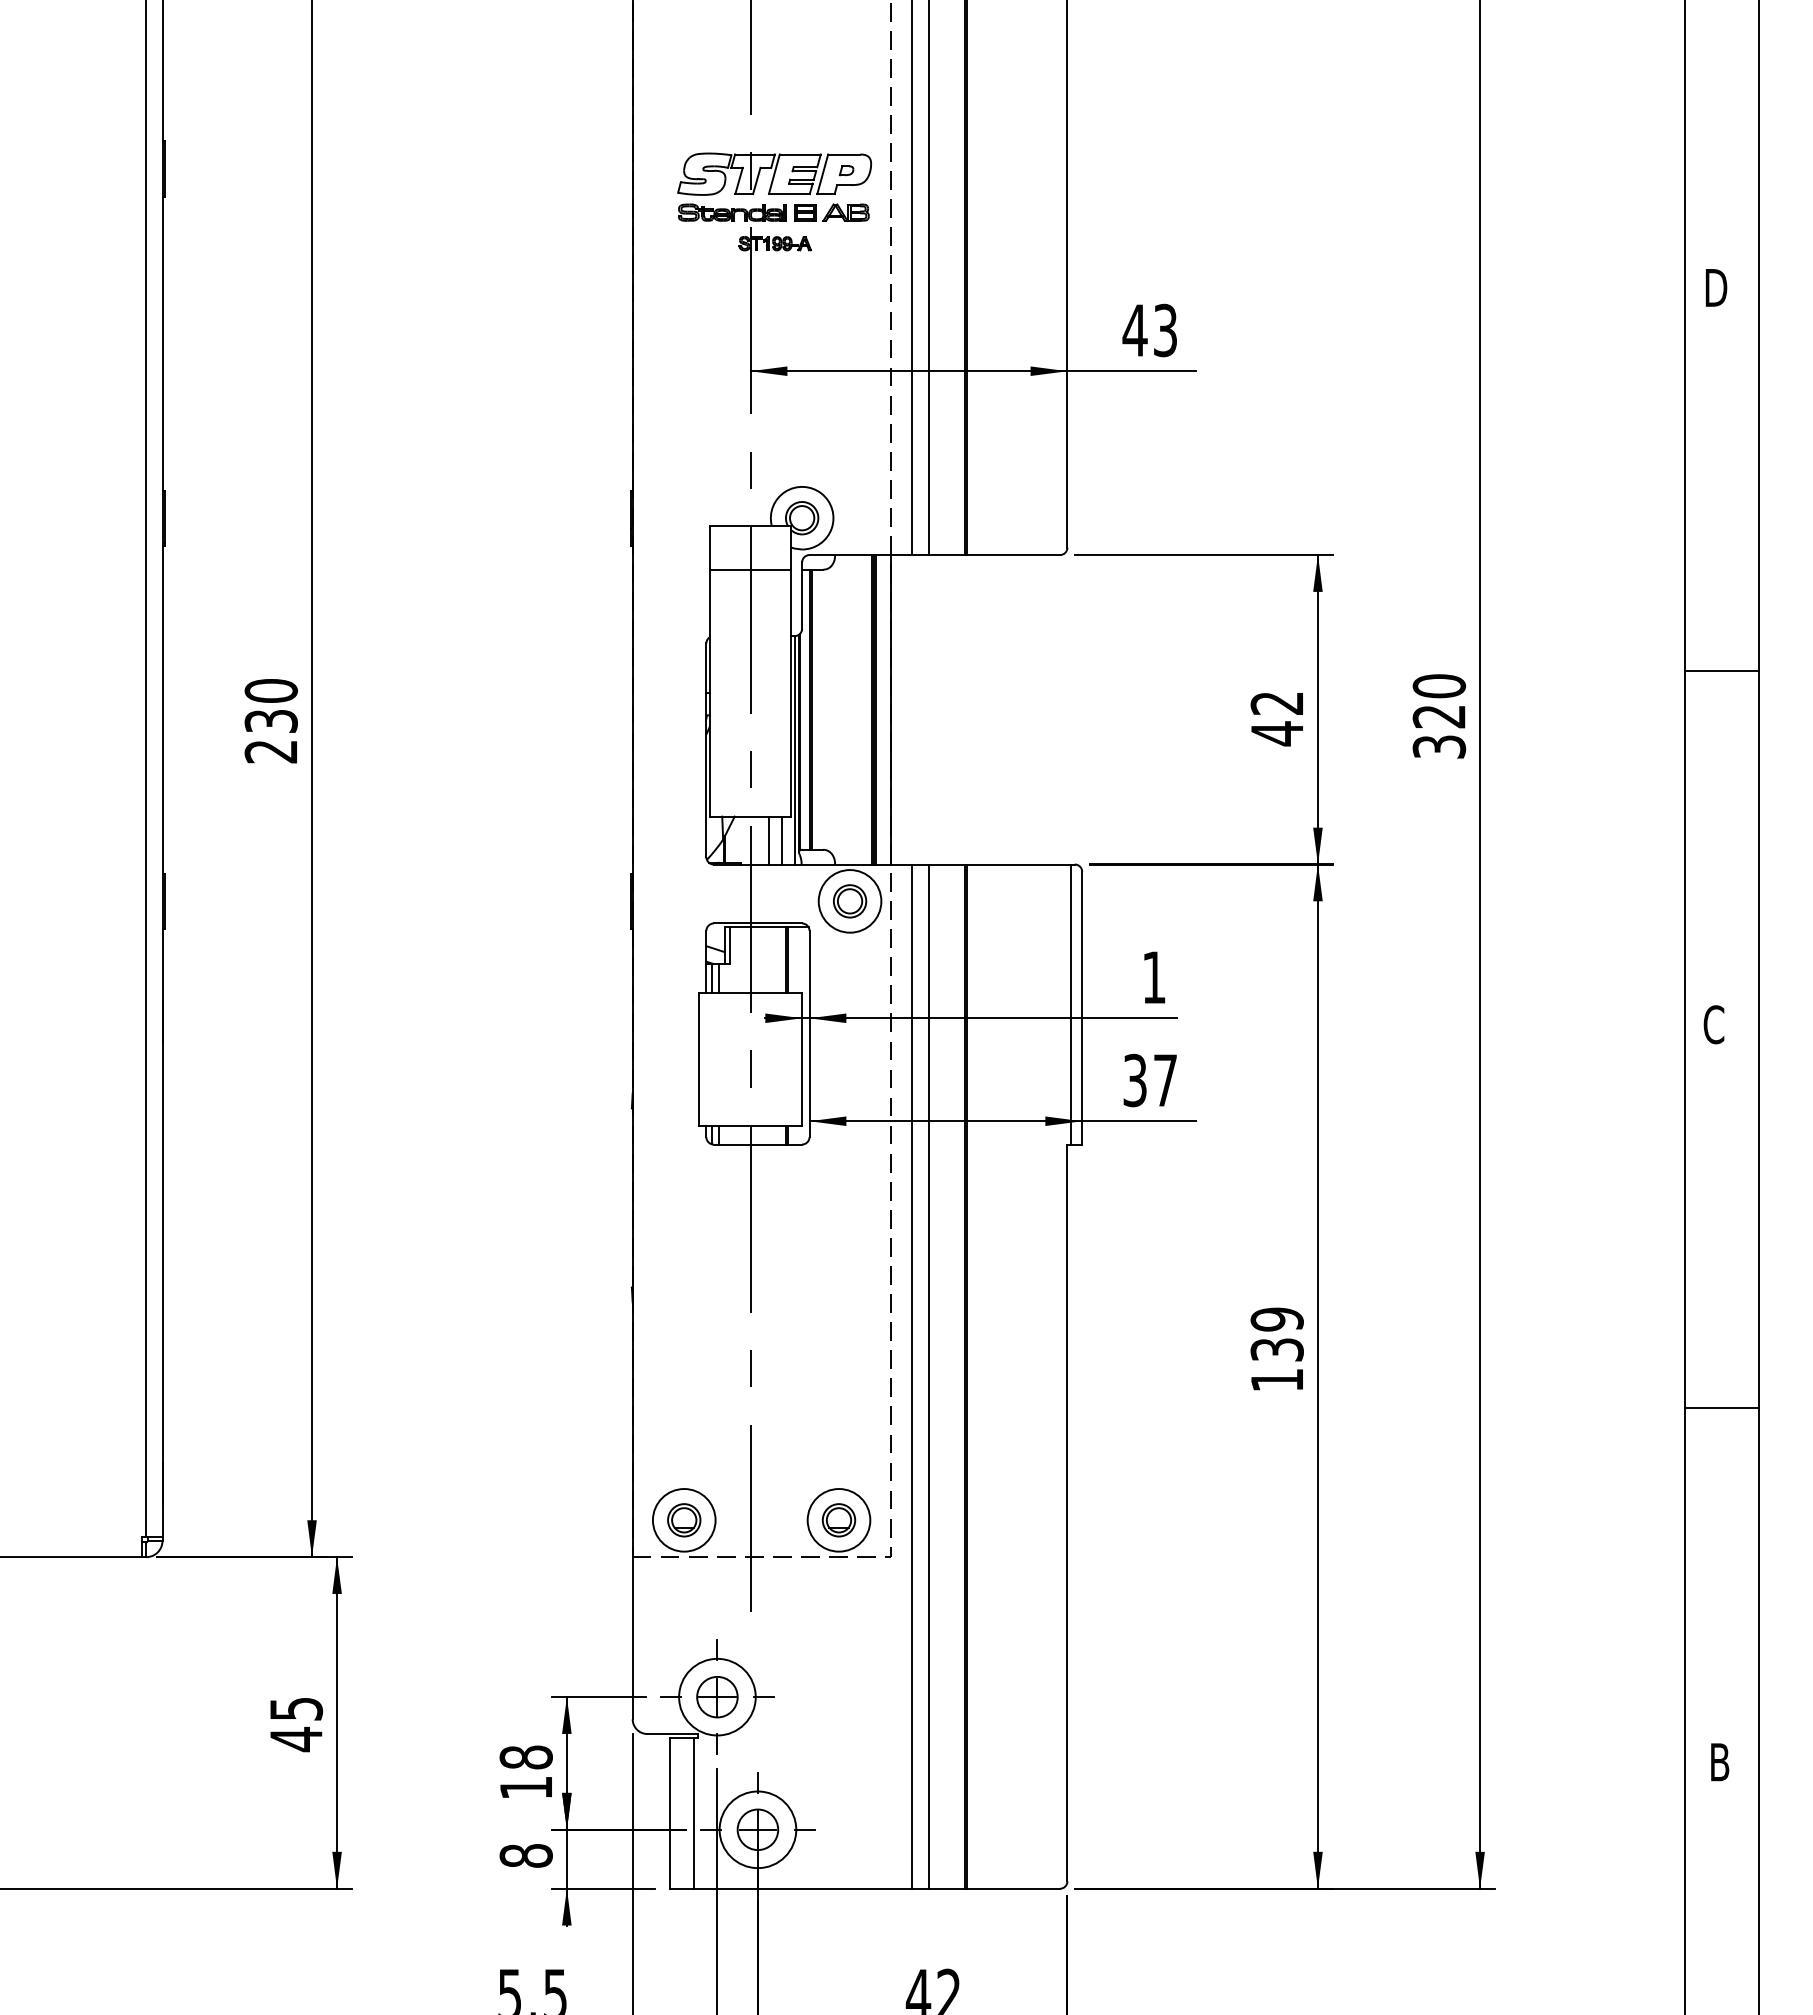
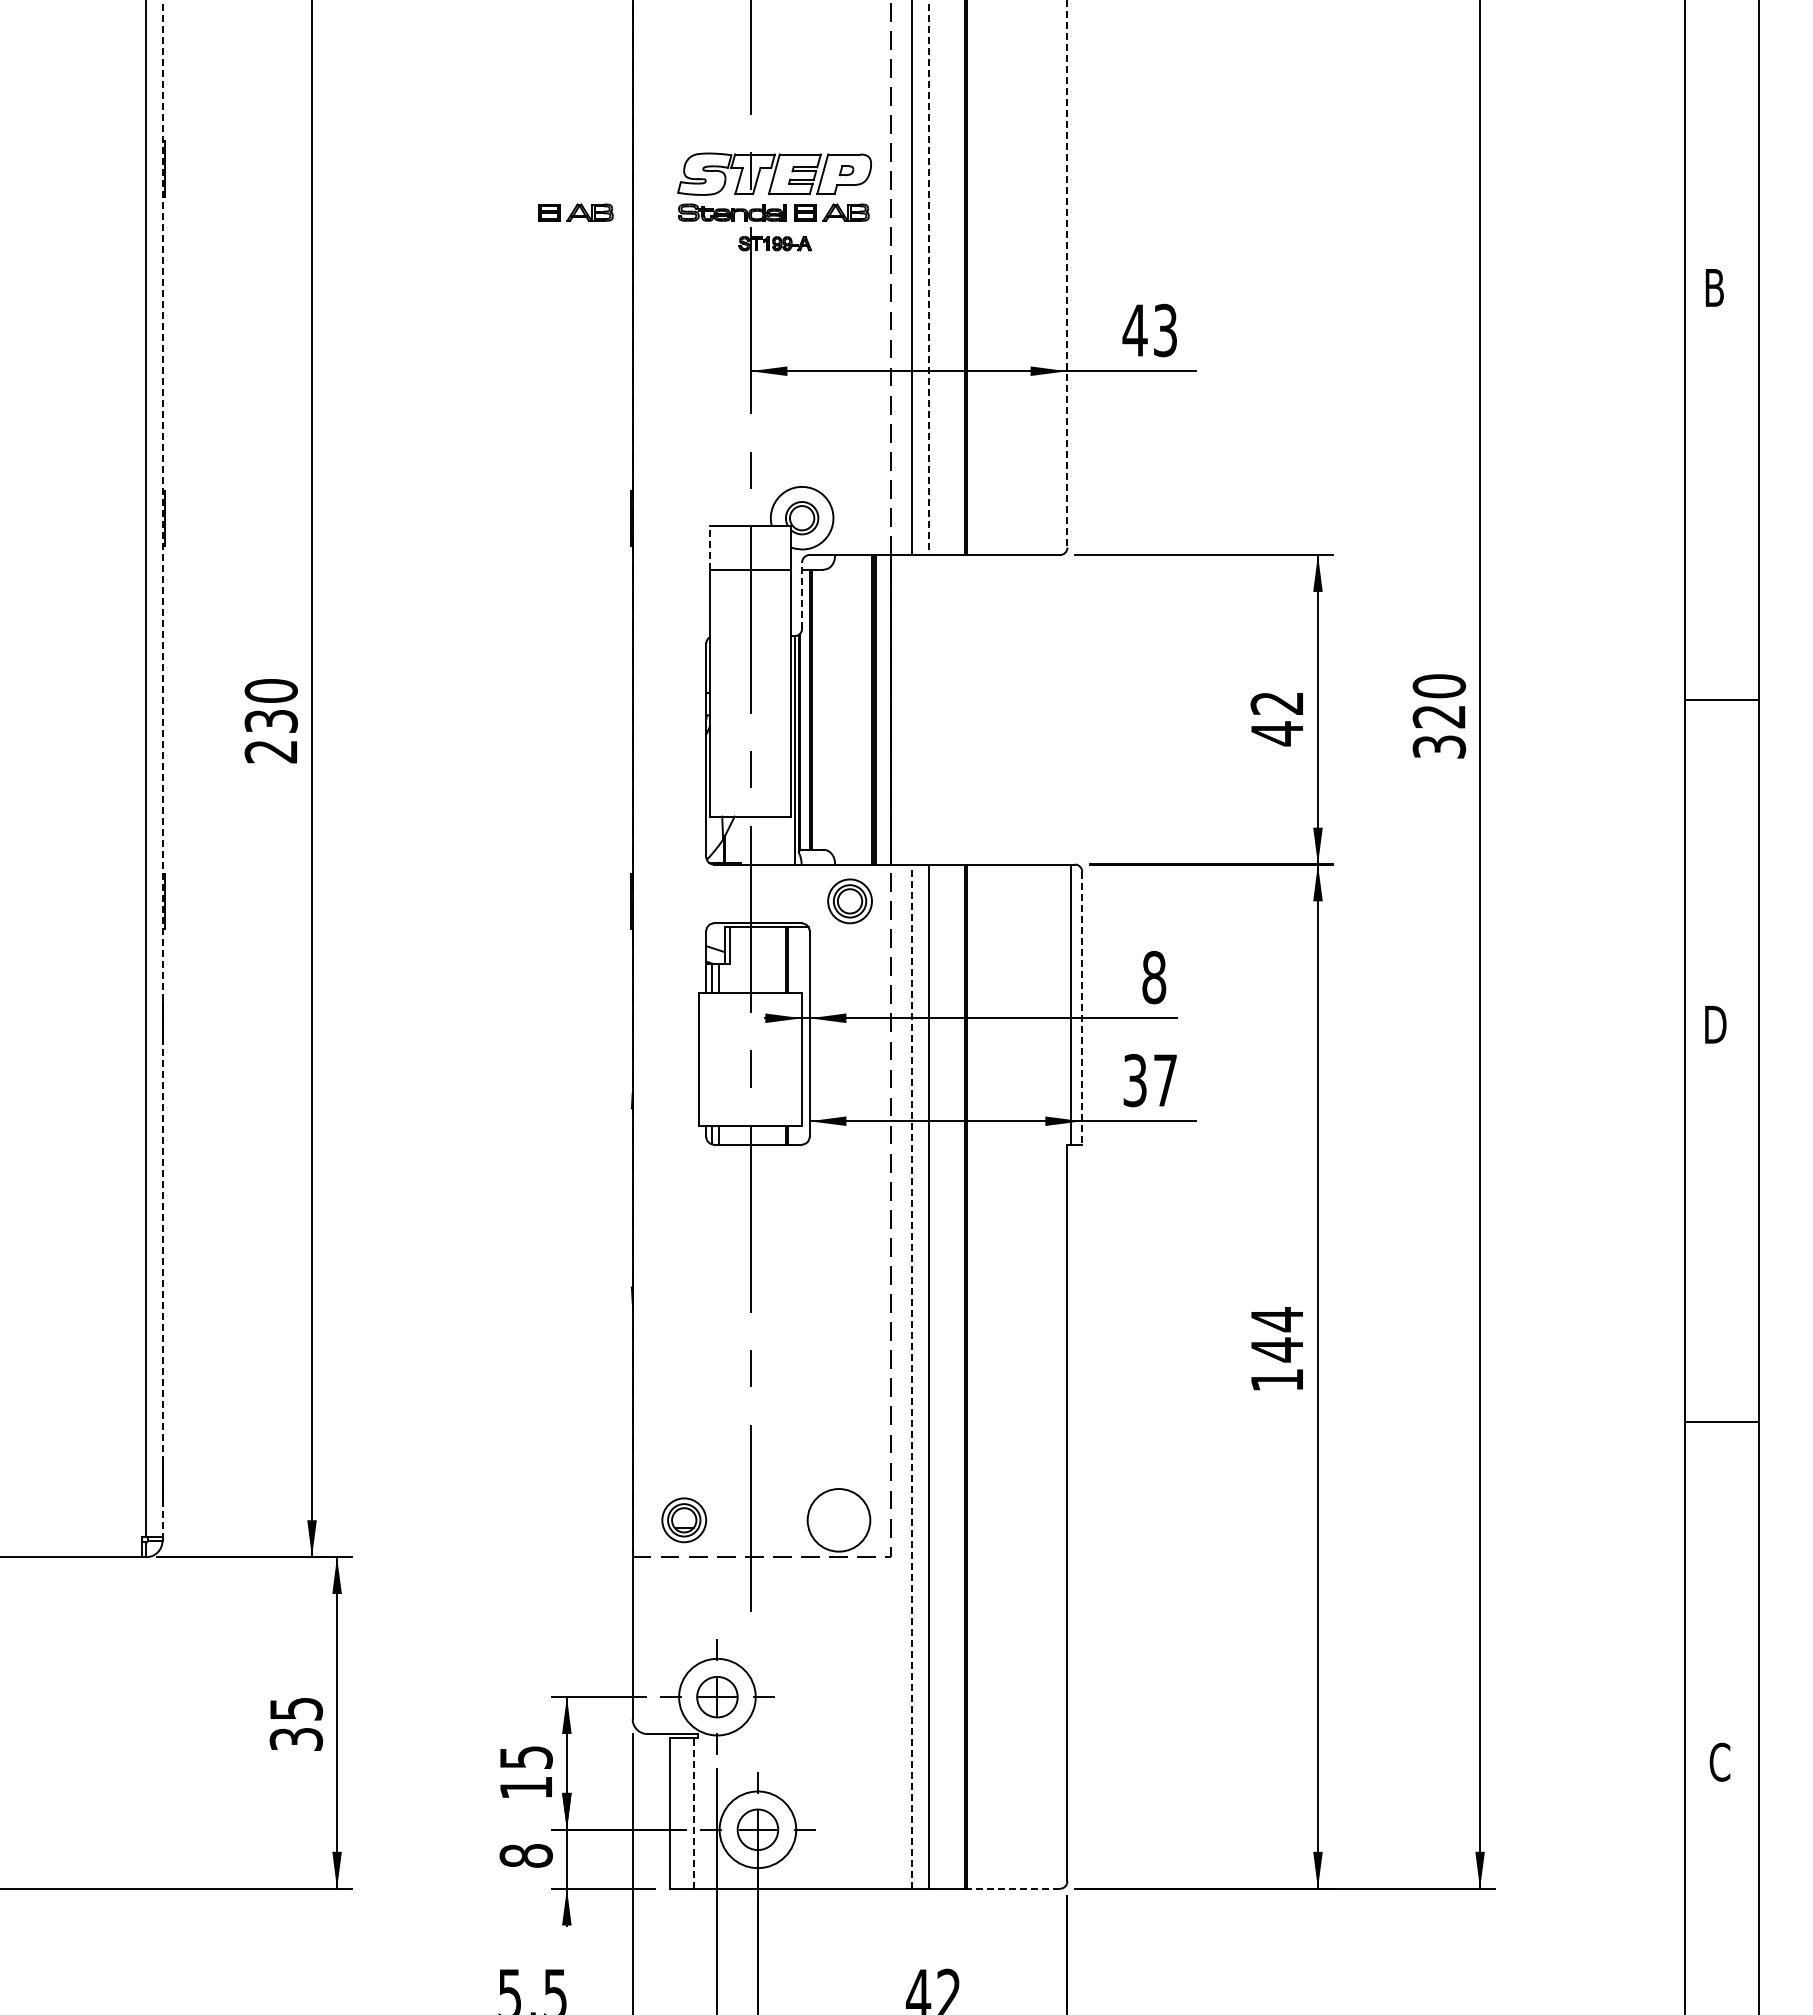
part at (575, 212): none -> present
line at (1067, 274): solid -> dashed
line at (928, 278): solid -> dashed
text at (1718, 287): D -> B
line at (710, 547): solid -> dashed
line at (802, 595): solid -> dashed
line at (1721, 671) position: (1721, 671) -> (1721, 700)
line at (162, 768): solid -> dashed
line at (768, 840): present -> none
line at (782, 840): present -> none
circle at (849, 901) diameter: 63 px -> 44 px
text at (1154, 977): 1 -> 8
line at (1082, 1008): solid -> dashed
text at (1714, 1024): C -> D
text at (1276, 1334): 139 -> 144
line at (911, 1376): solid -> dashed
line at (1721, 1408) position: (1721, 1408) -> (1721, 1422)
circle at (683, 1520) diameter: 63 px -> 44 px
part at (838, 1520): present -> none
text at (296, 1739): 45 -> 35
text at (525, 1757): 18 -> 15
text at (1719, 1761): B -> C
line at (693, 1813): solid -> dashed
line at (1013, 1888): solid -> dashed
